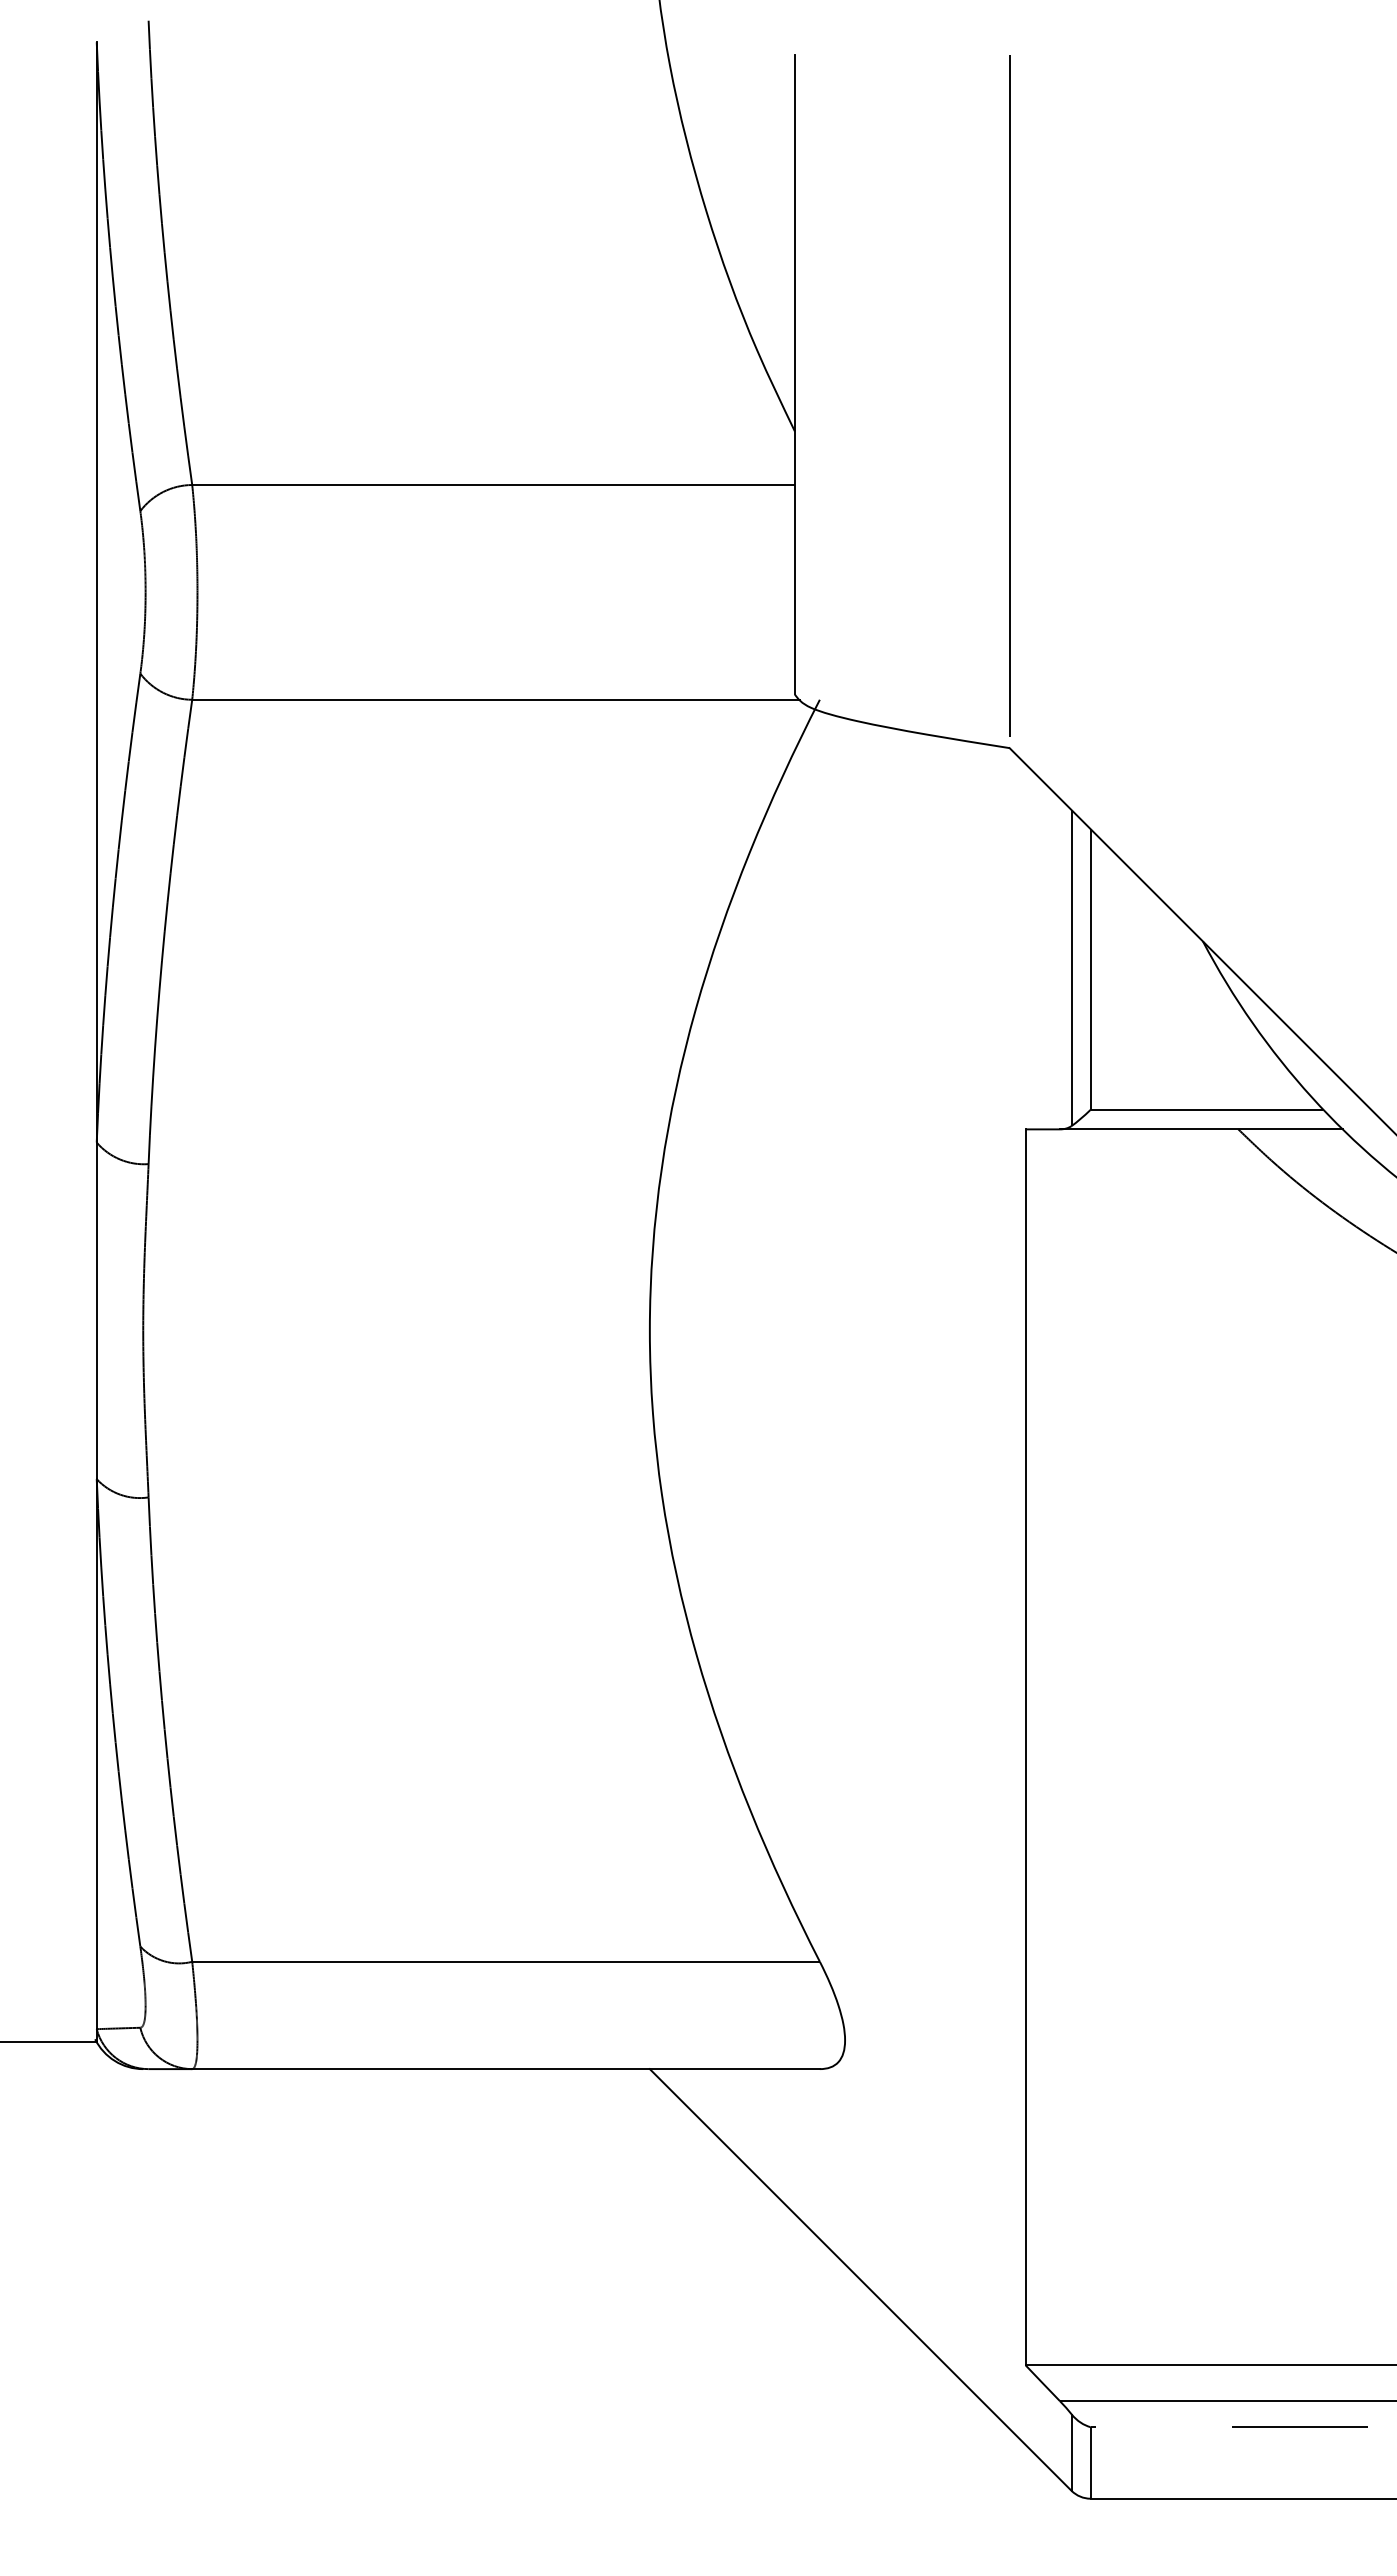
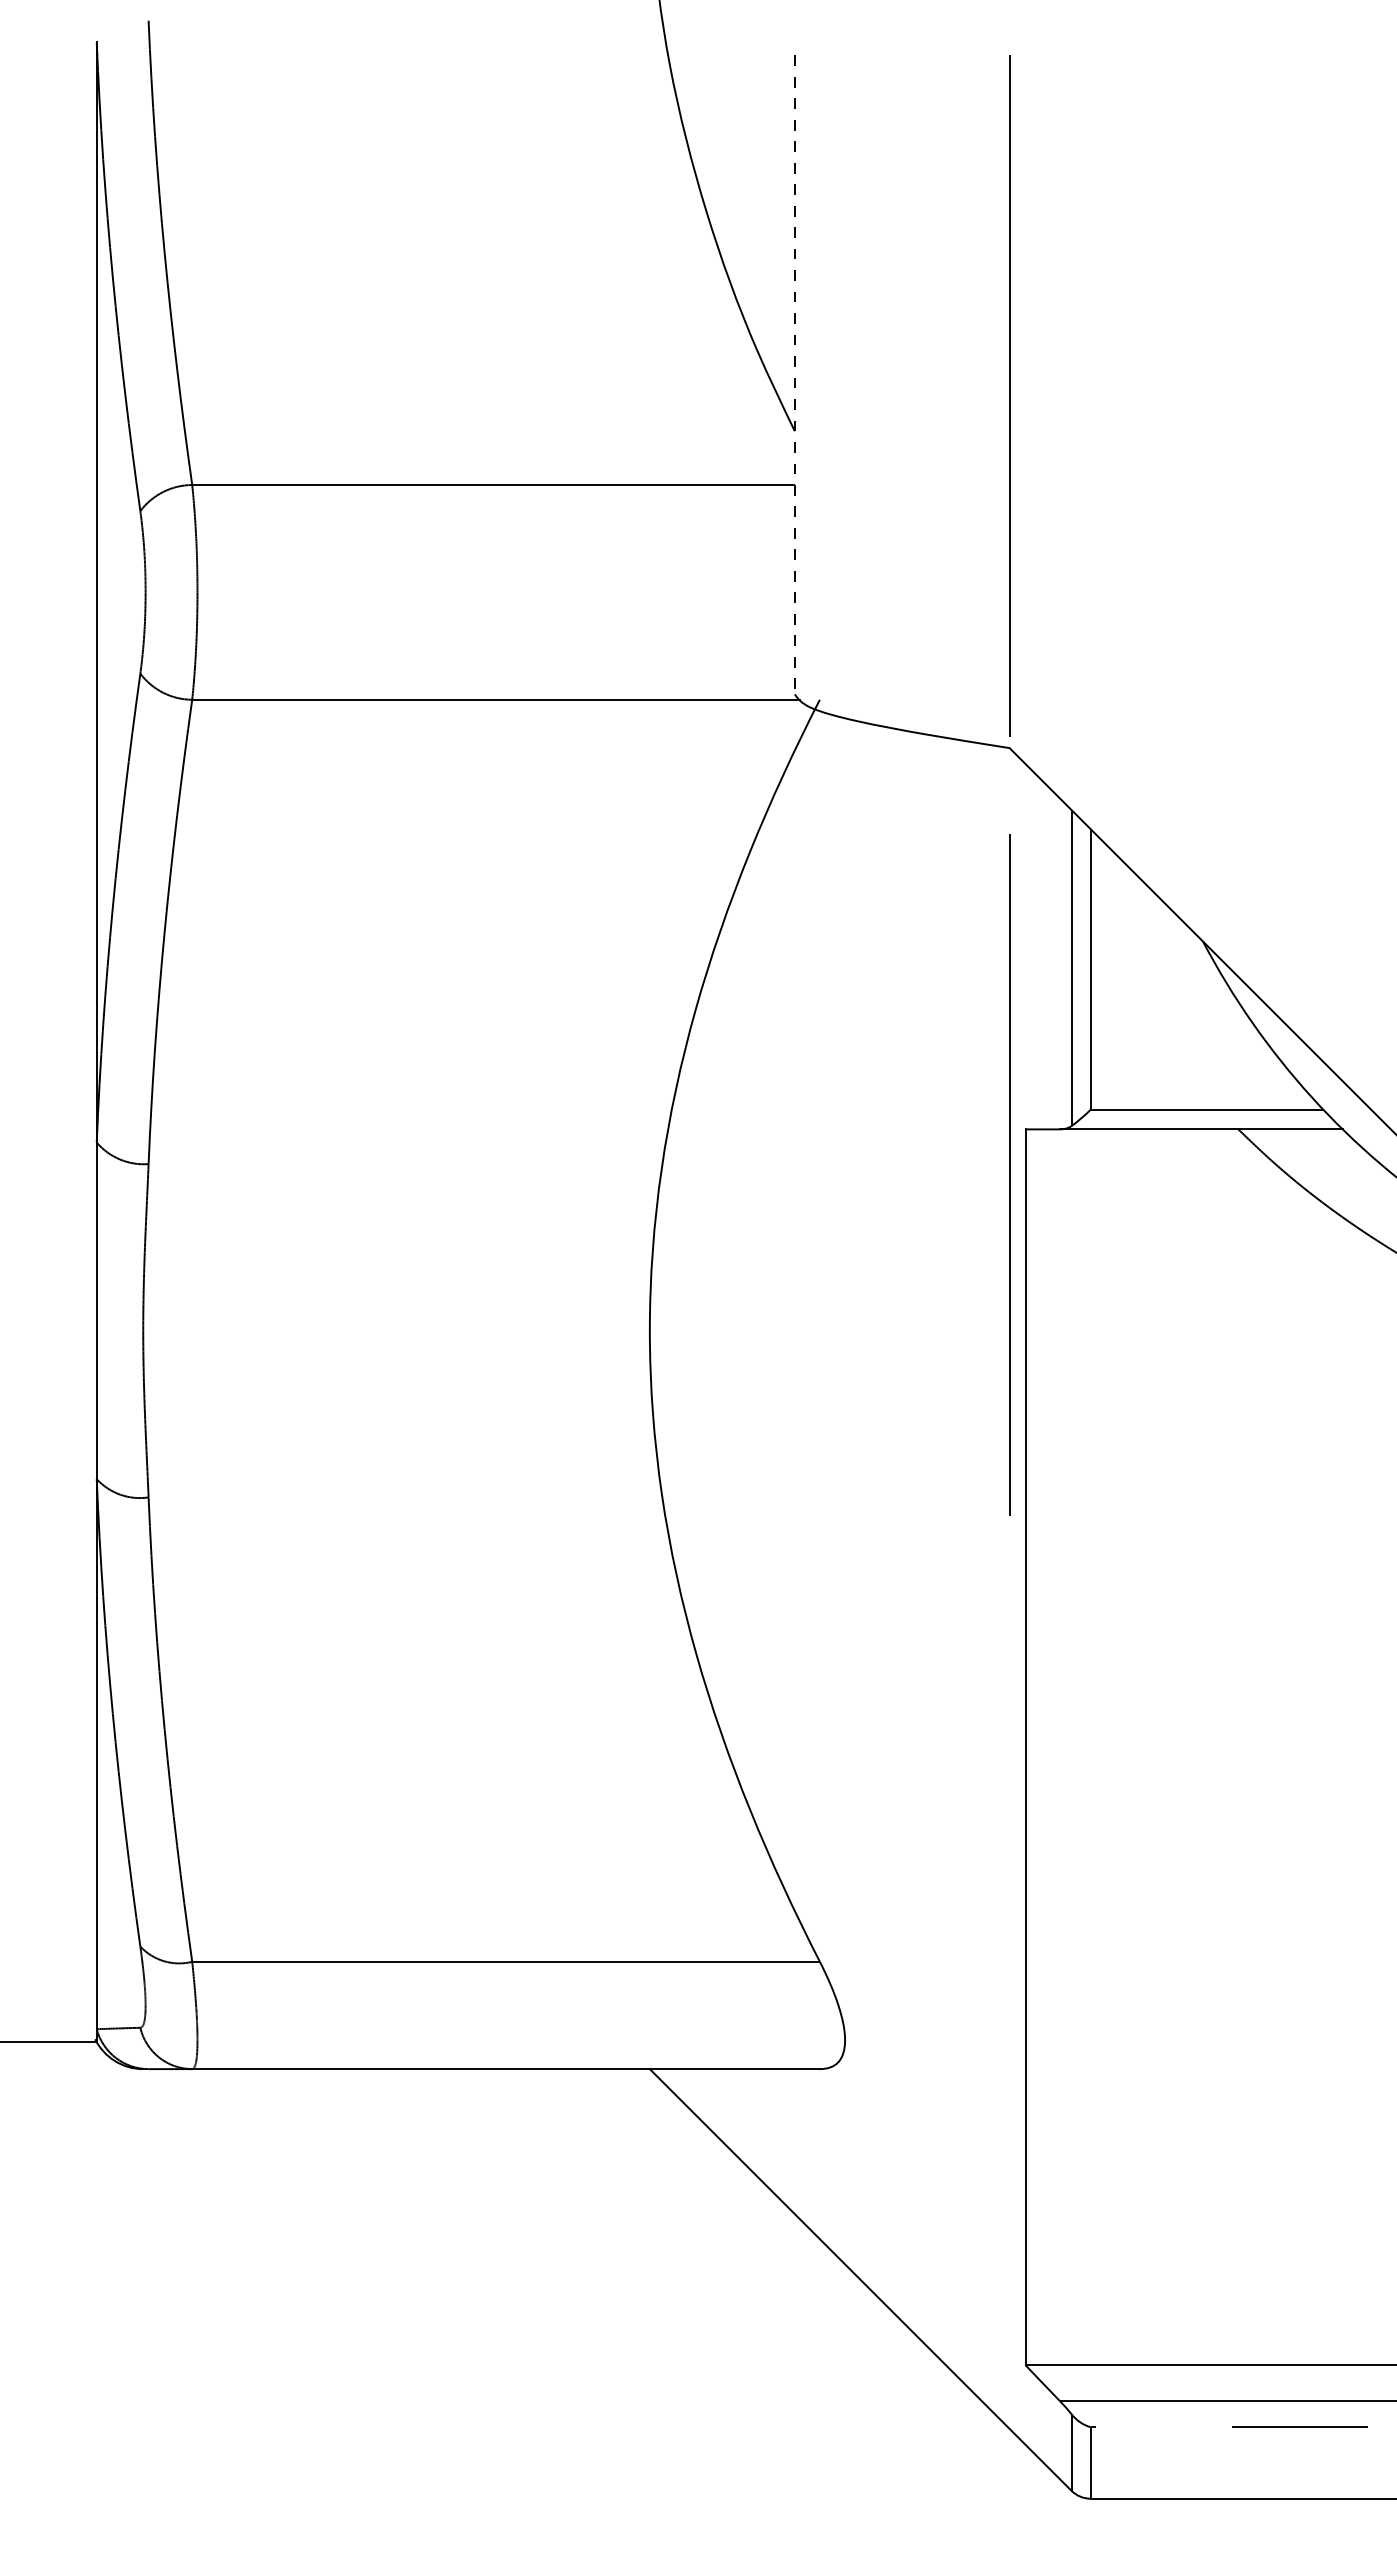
line at (794, 374): solid -> dashed
line at (1009, 1174): none -> present
